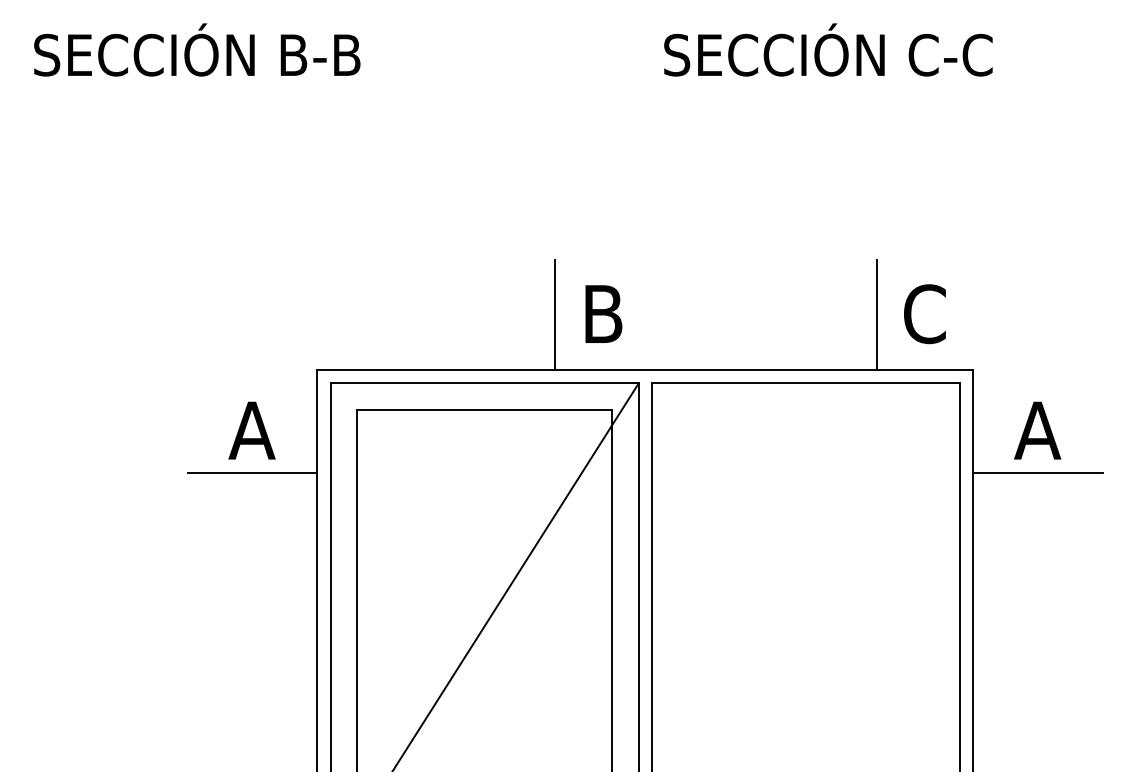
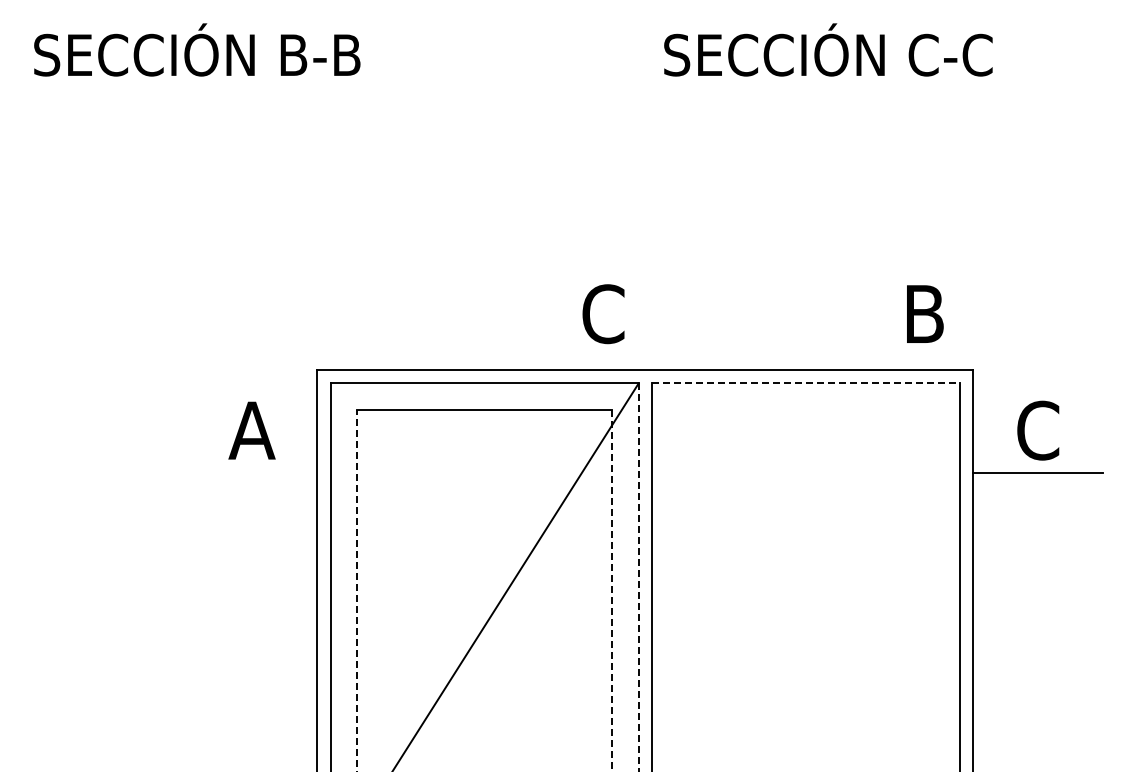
text at (603, 314): B -> C
text at (924, 314): C -> B
line at (555, 315): present -> none
line at (876, 315): present -> none
line at (806, 383): solid -> dashed
text at (1037, 430): A -> C
line at (252, 473): present -> none
line at (638, 577): solid -> dashed
line at (357, 591): solid -> dashed
line at (611, 591): solid -> dashed
